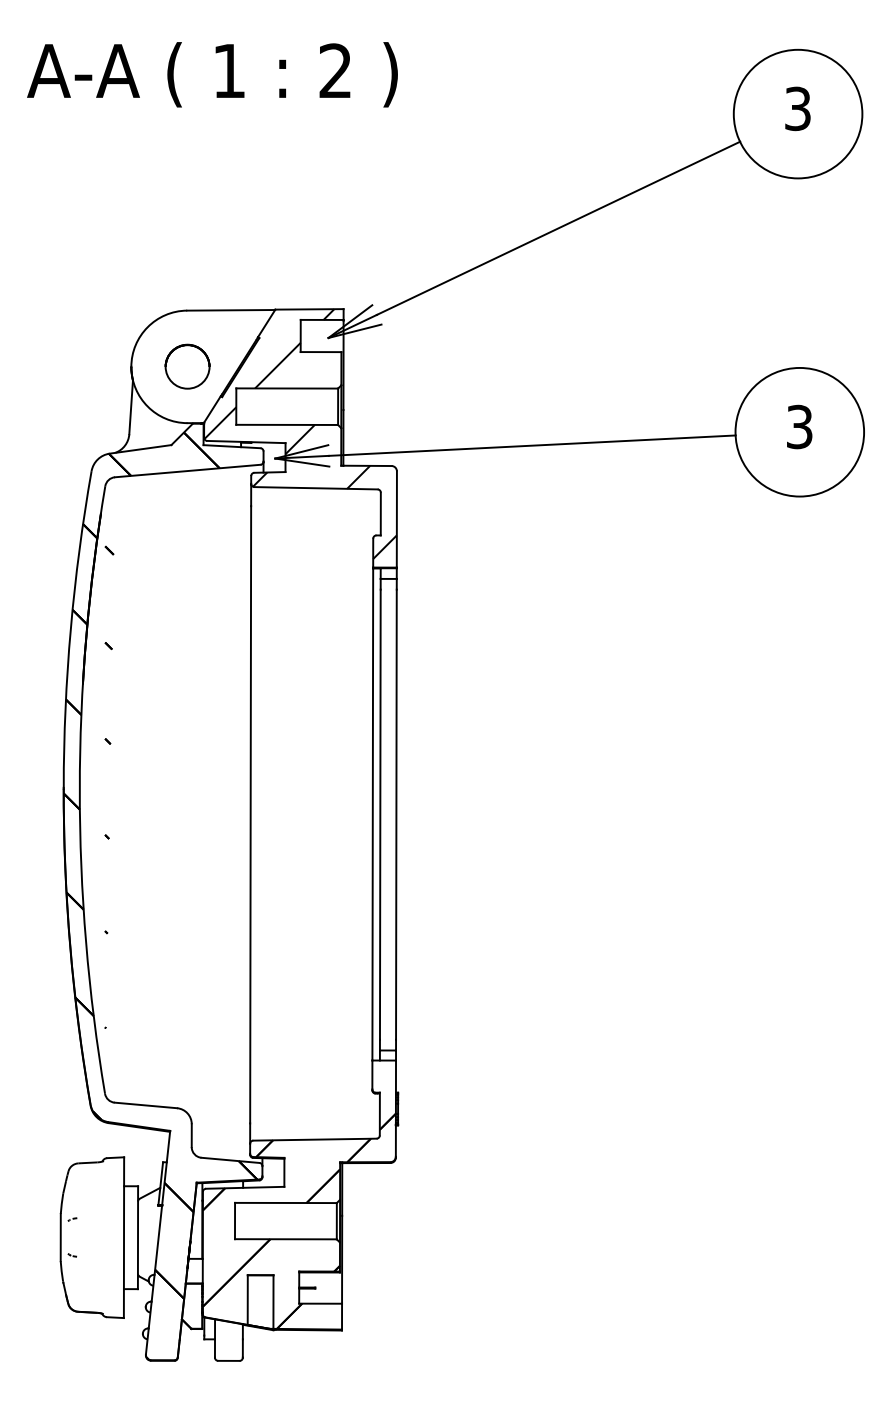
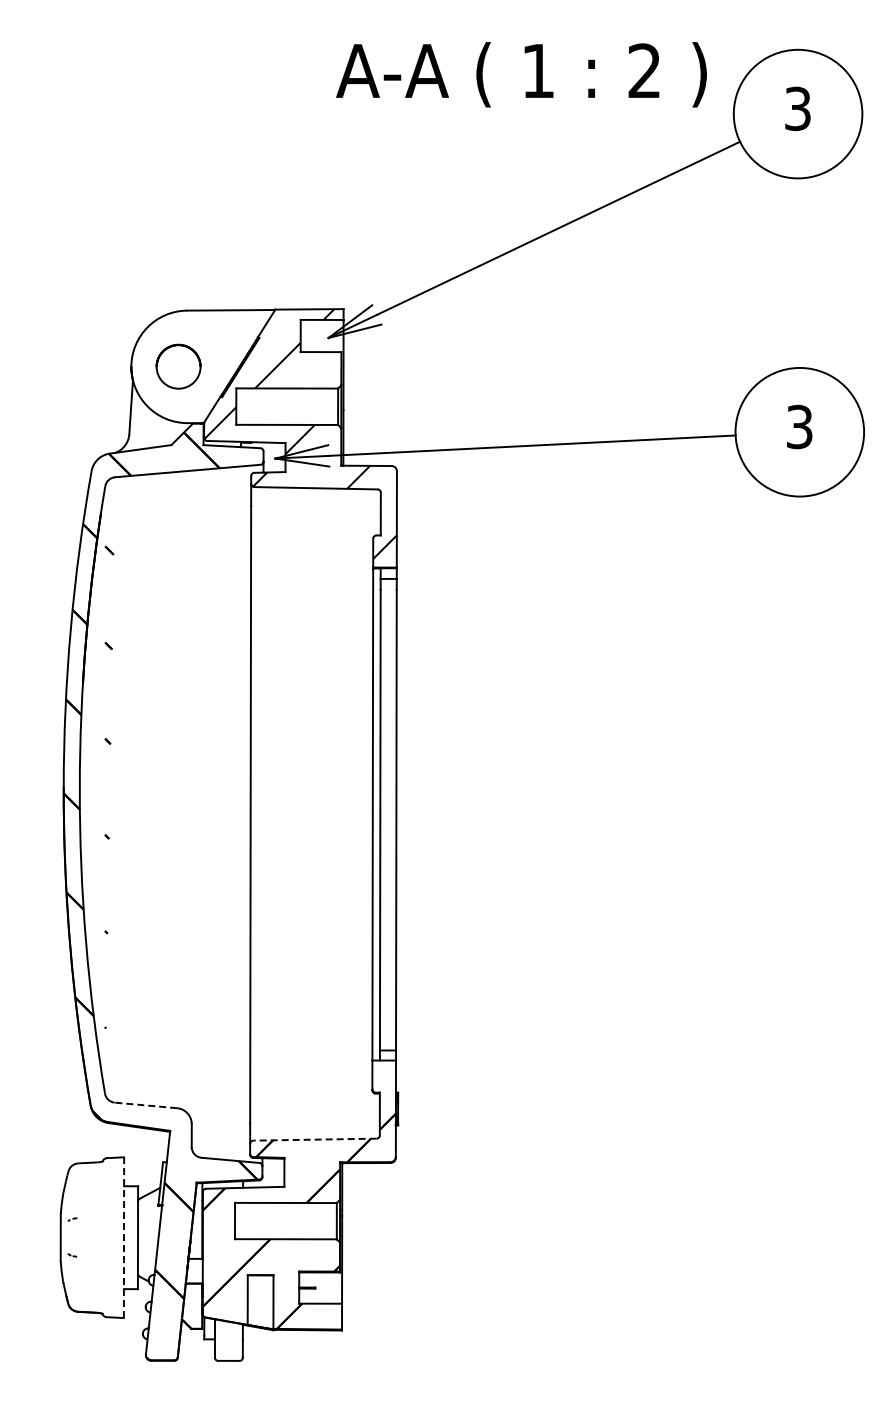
text at (212, 74) position: (212, 74) -> (521, 74)
part at (187, 366) position: (187, 366) -> (178, 366)
line at (145, 1105): solid -> dashed
line at (314, 1139): solid -> dashed
line at (124, 1237): solid -> dashed
